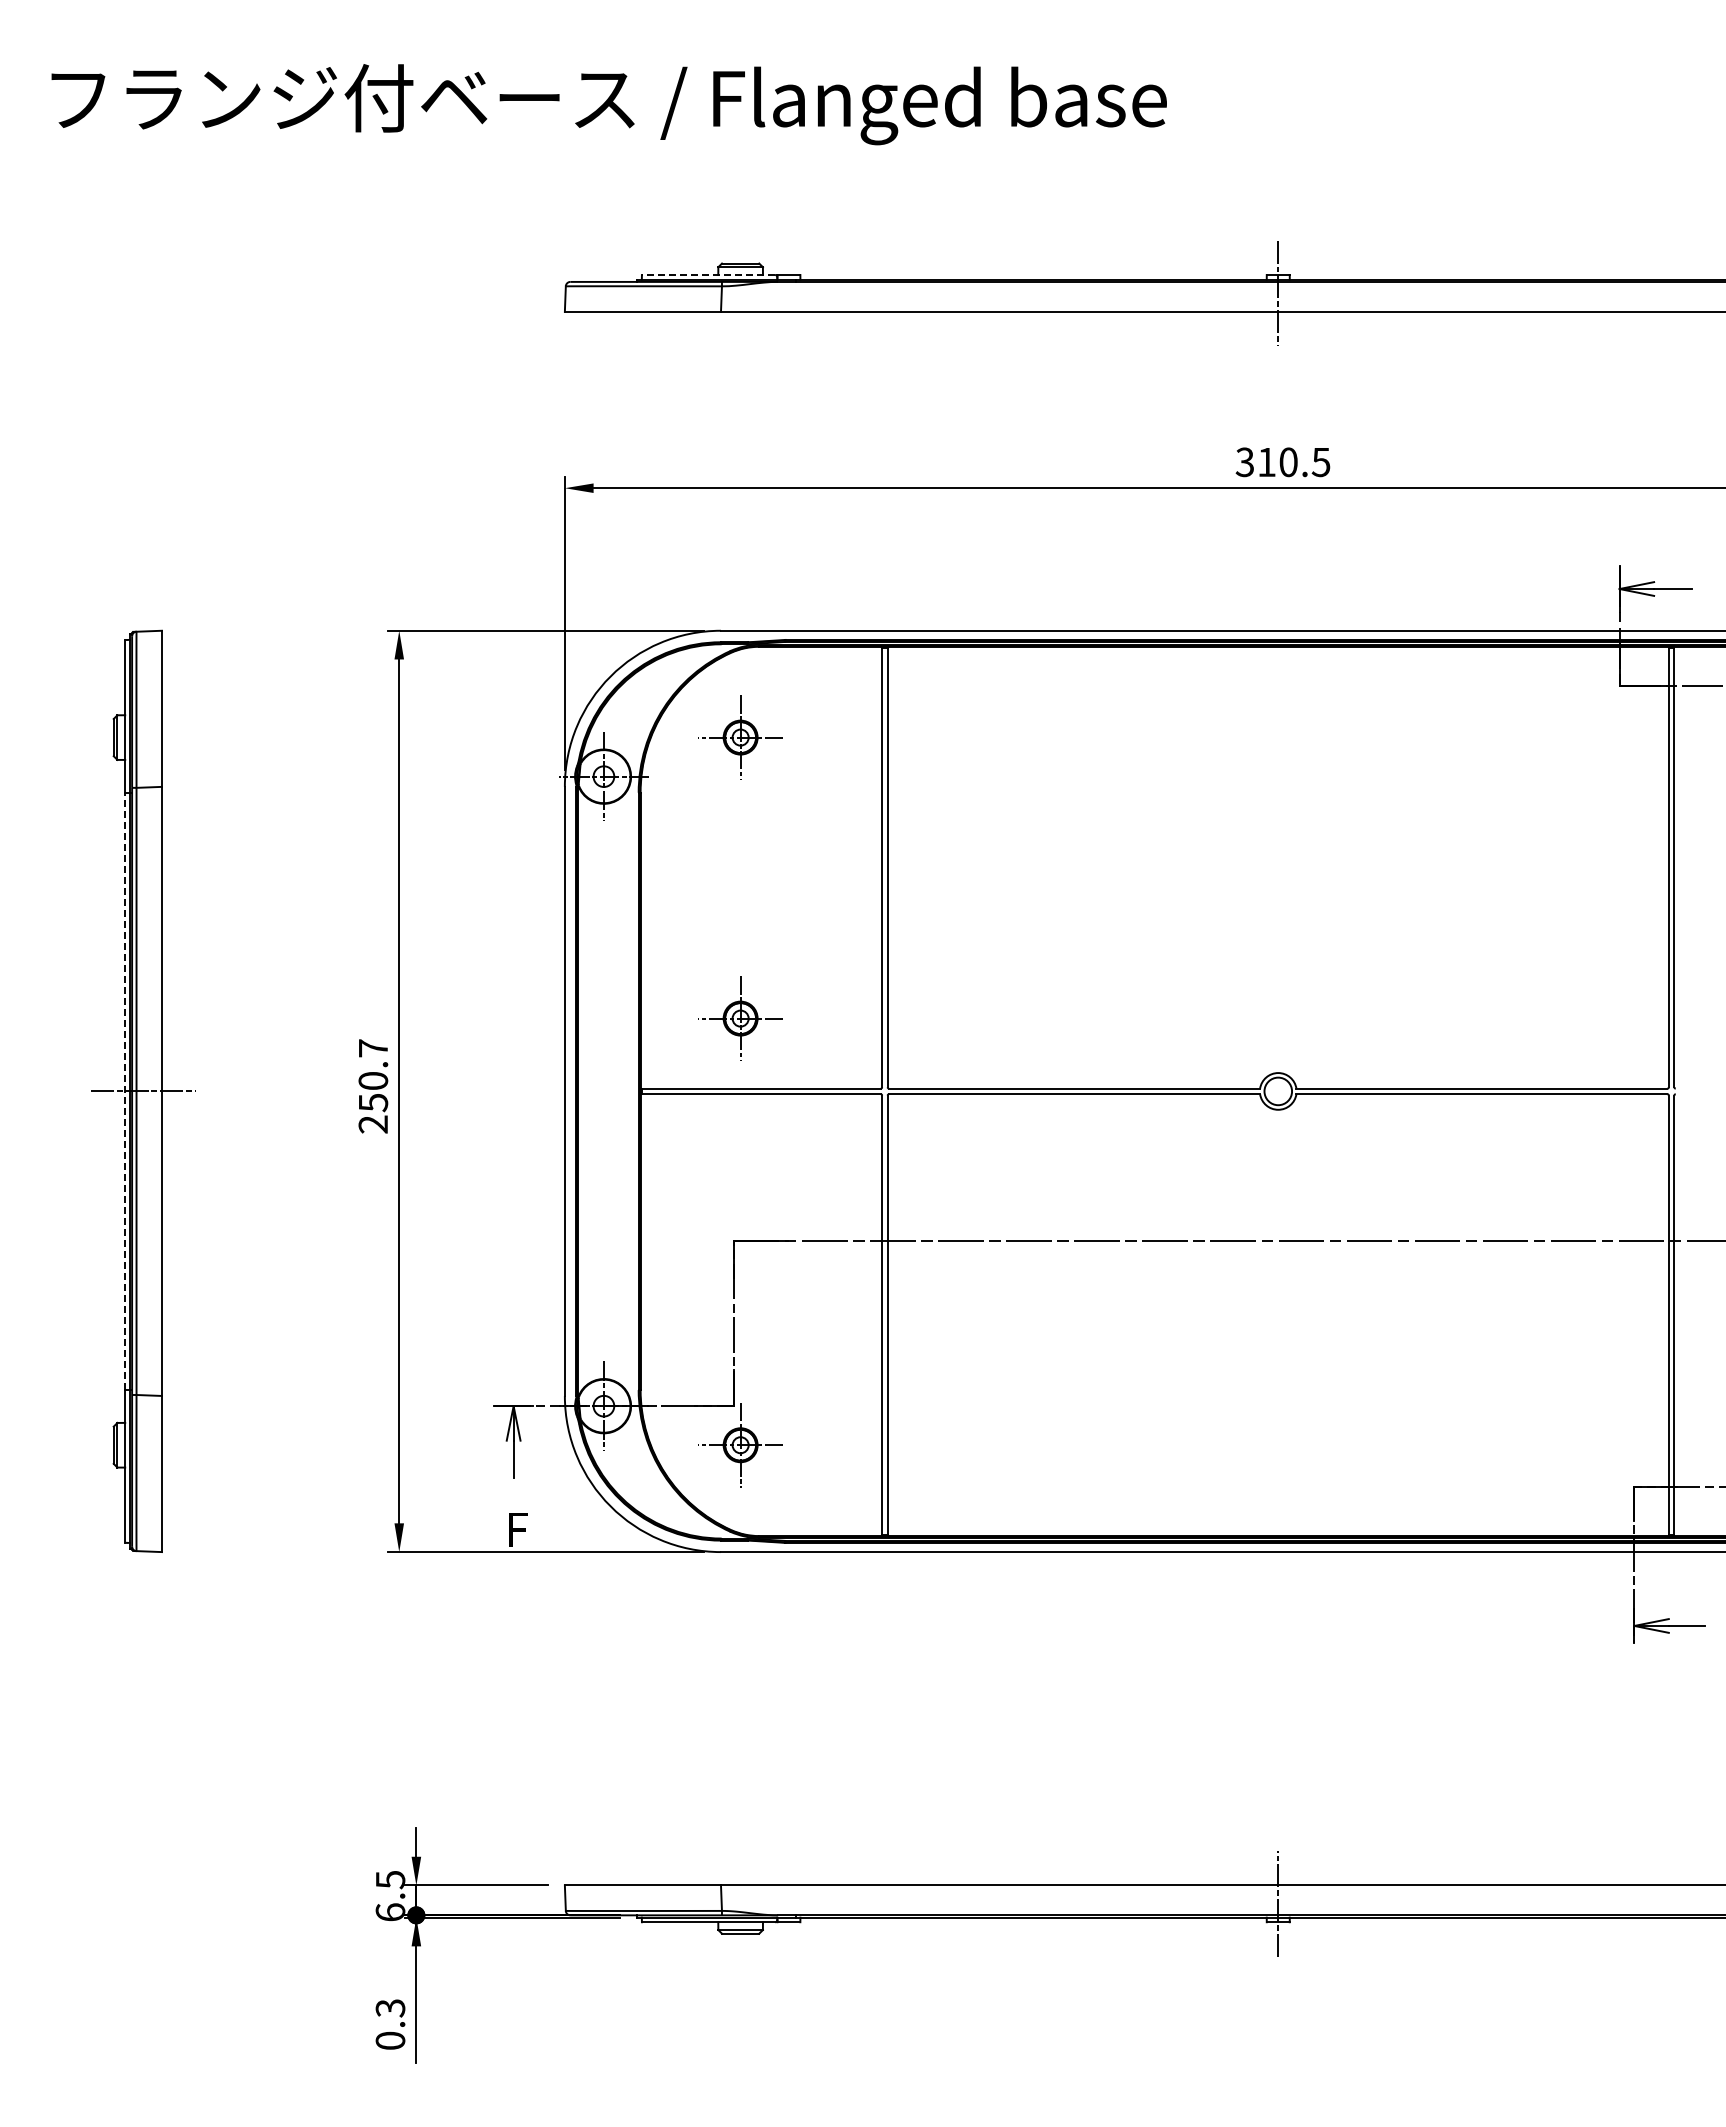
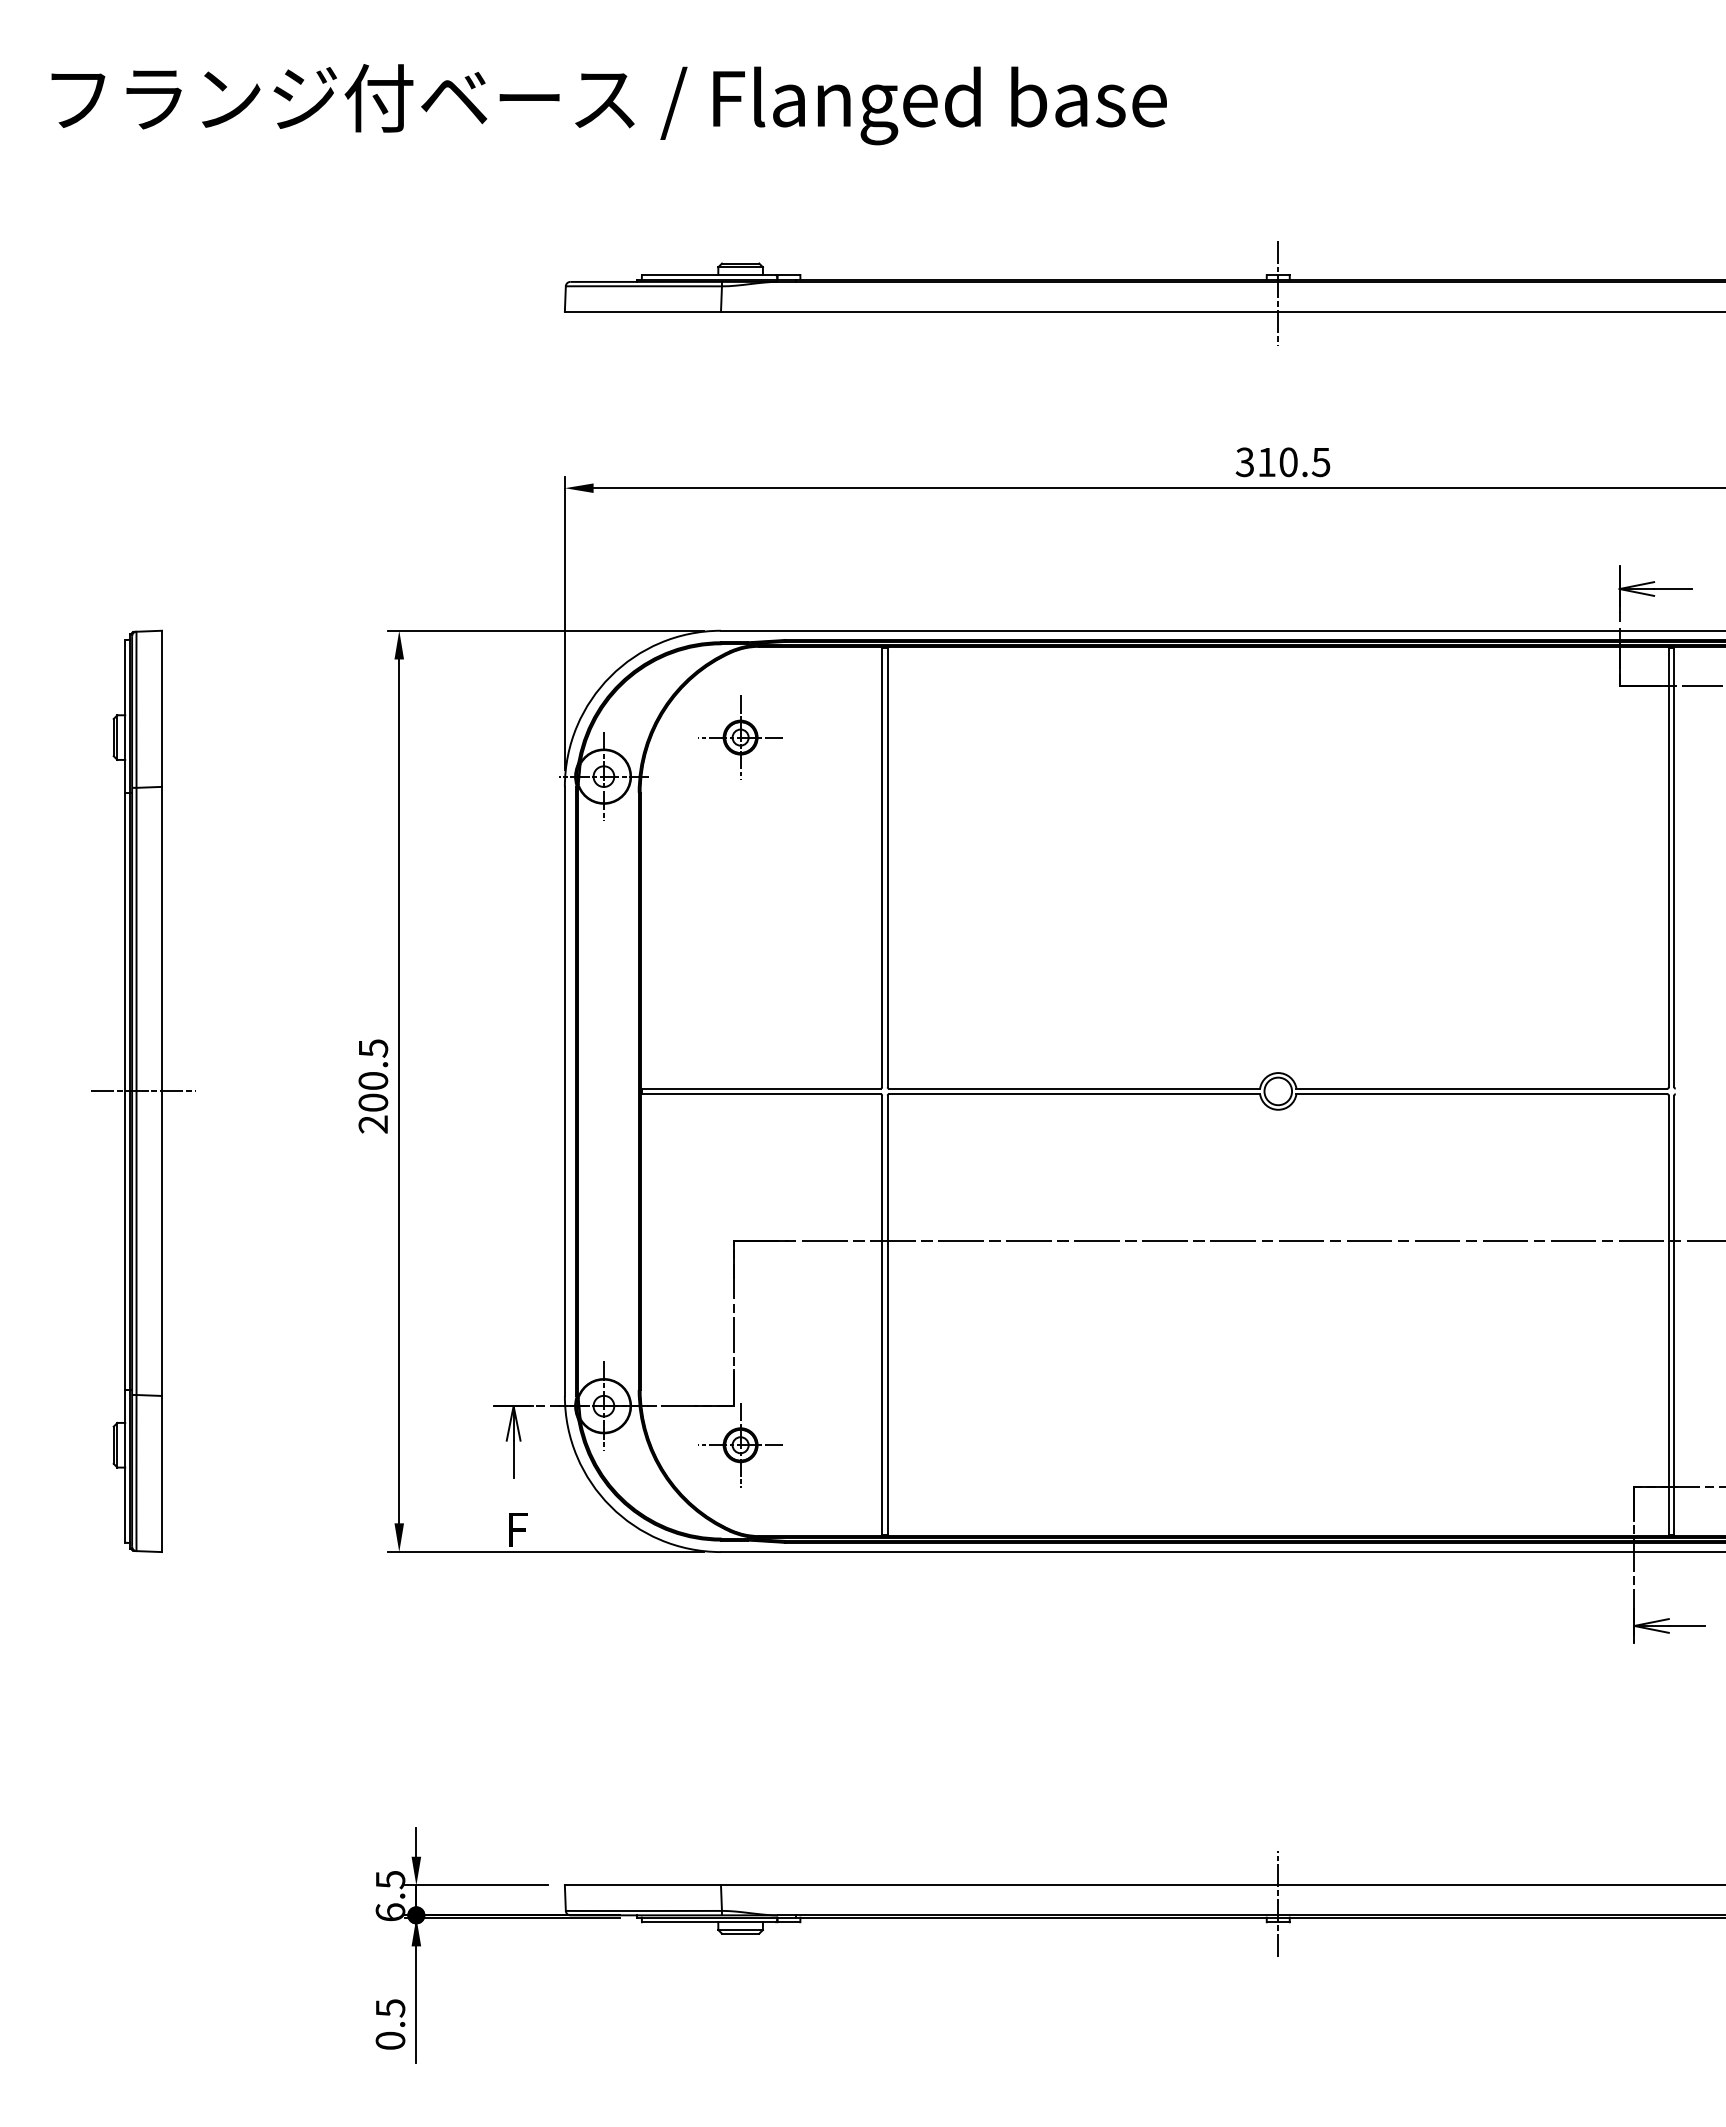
line at (708, 275): dashed -> solid
part at (740, 1018): present -> none
text at (373, 1075): 250.7 -> 200.5
line at (125, 1091): dashed -> solid
text at (389, 2007): 0.3 -> 0.5
